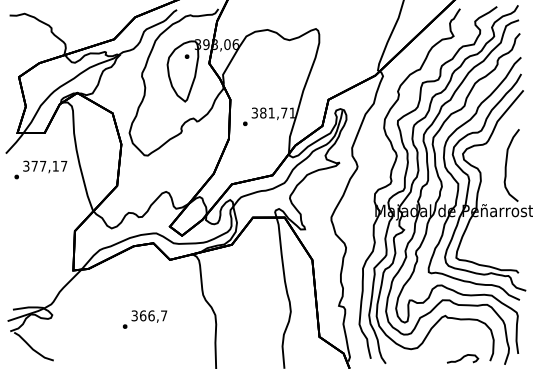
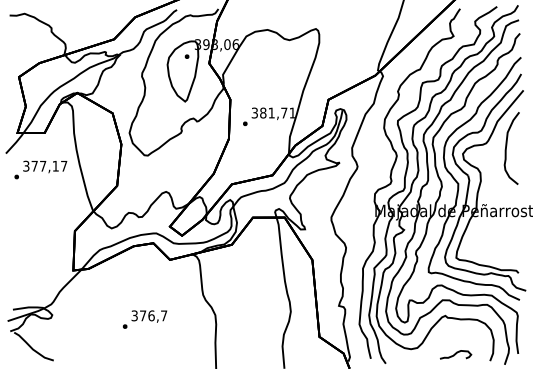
curve at (507, 162) position: (507, 162) -> (507, 145)
text at (143, 315): 366,7 -> 376,7
curve at (463, 358) position: (463, 358) -> (456, 354)
